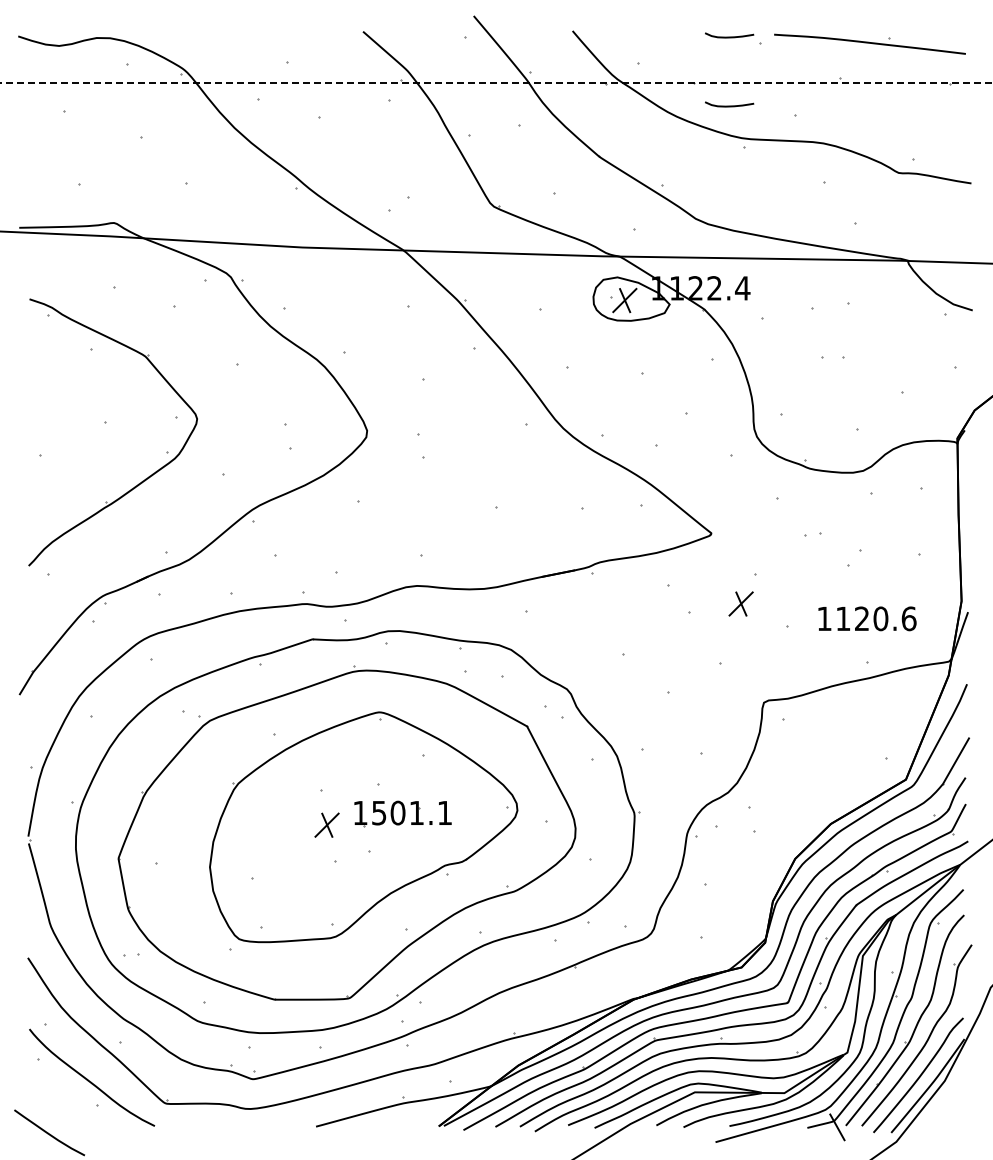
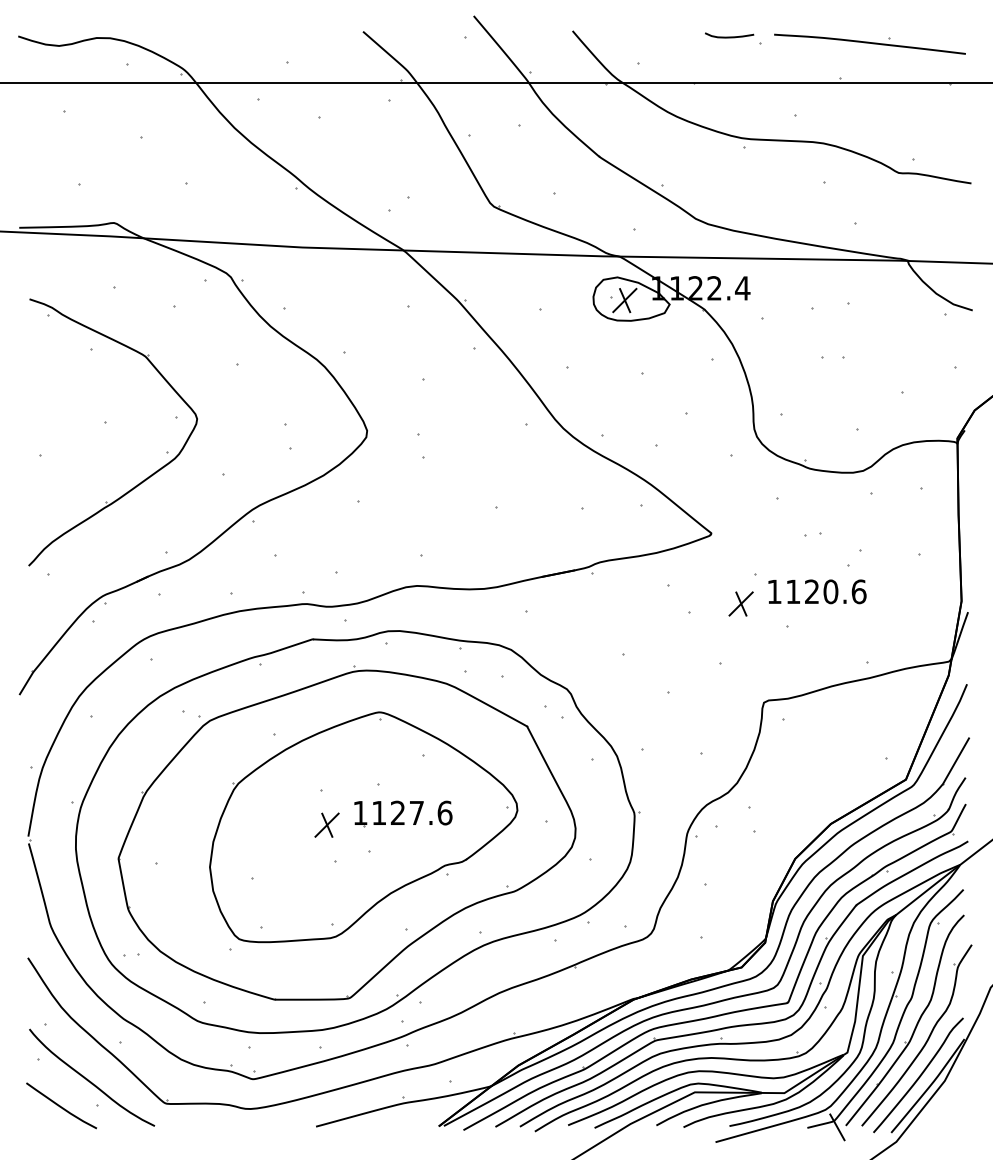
line at (495, 83): dashed -> solid
curve at (729, 105): present -> none
text at (867, 618) position: (867, 618) -> (817, 591)
text at (412, 812): 1501.1 -> 1127.6
curve at (48, 1132) position: (48, 1132) -> (60, 1105)
